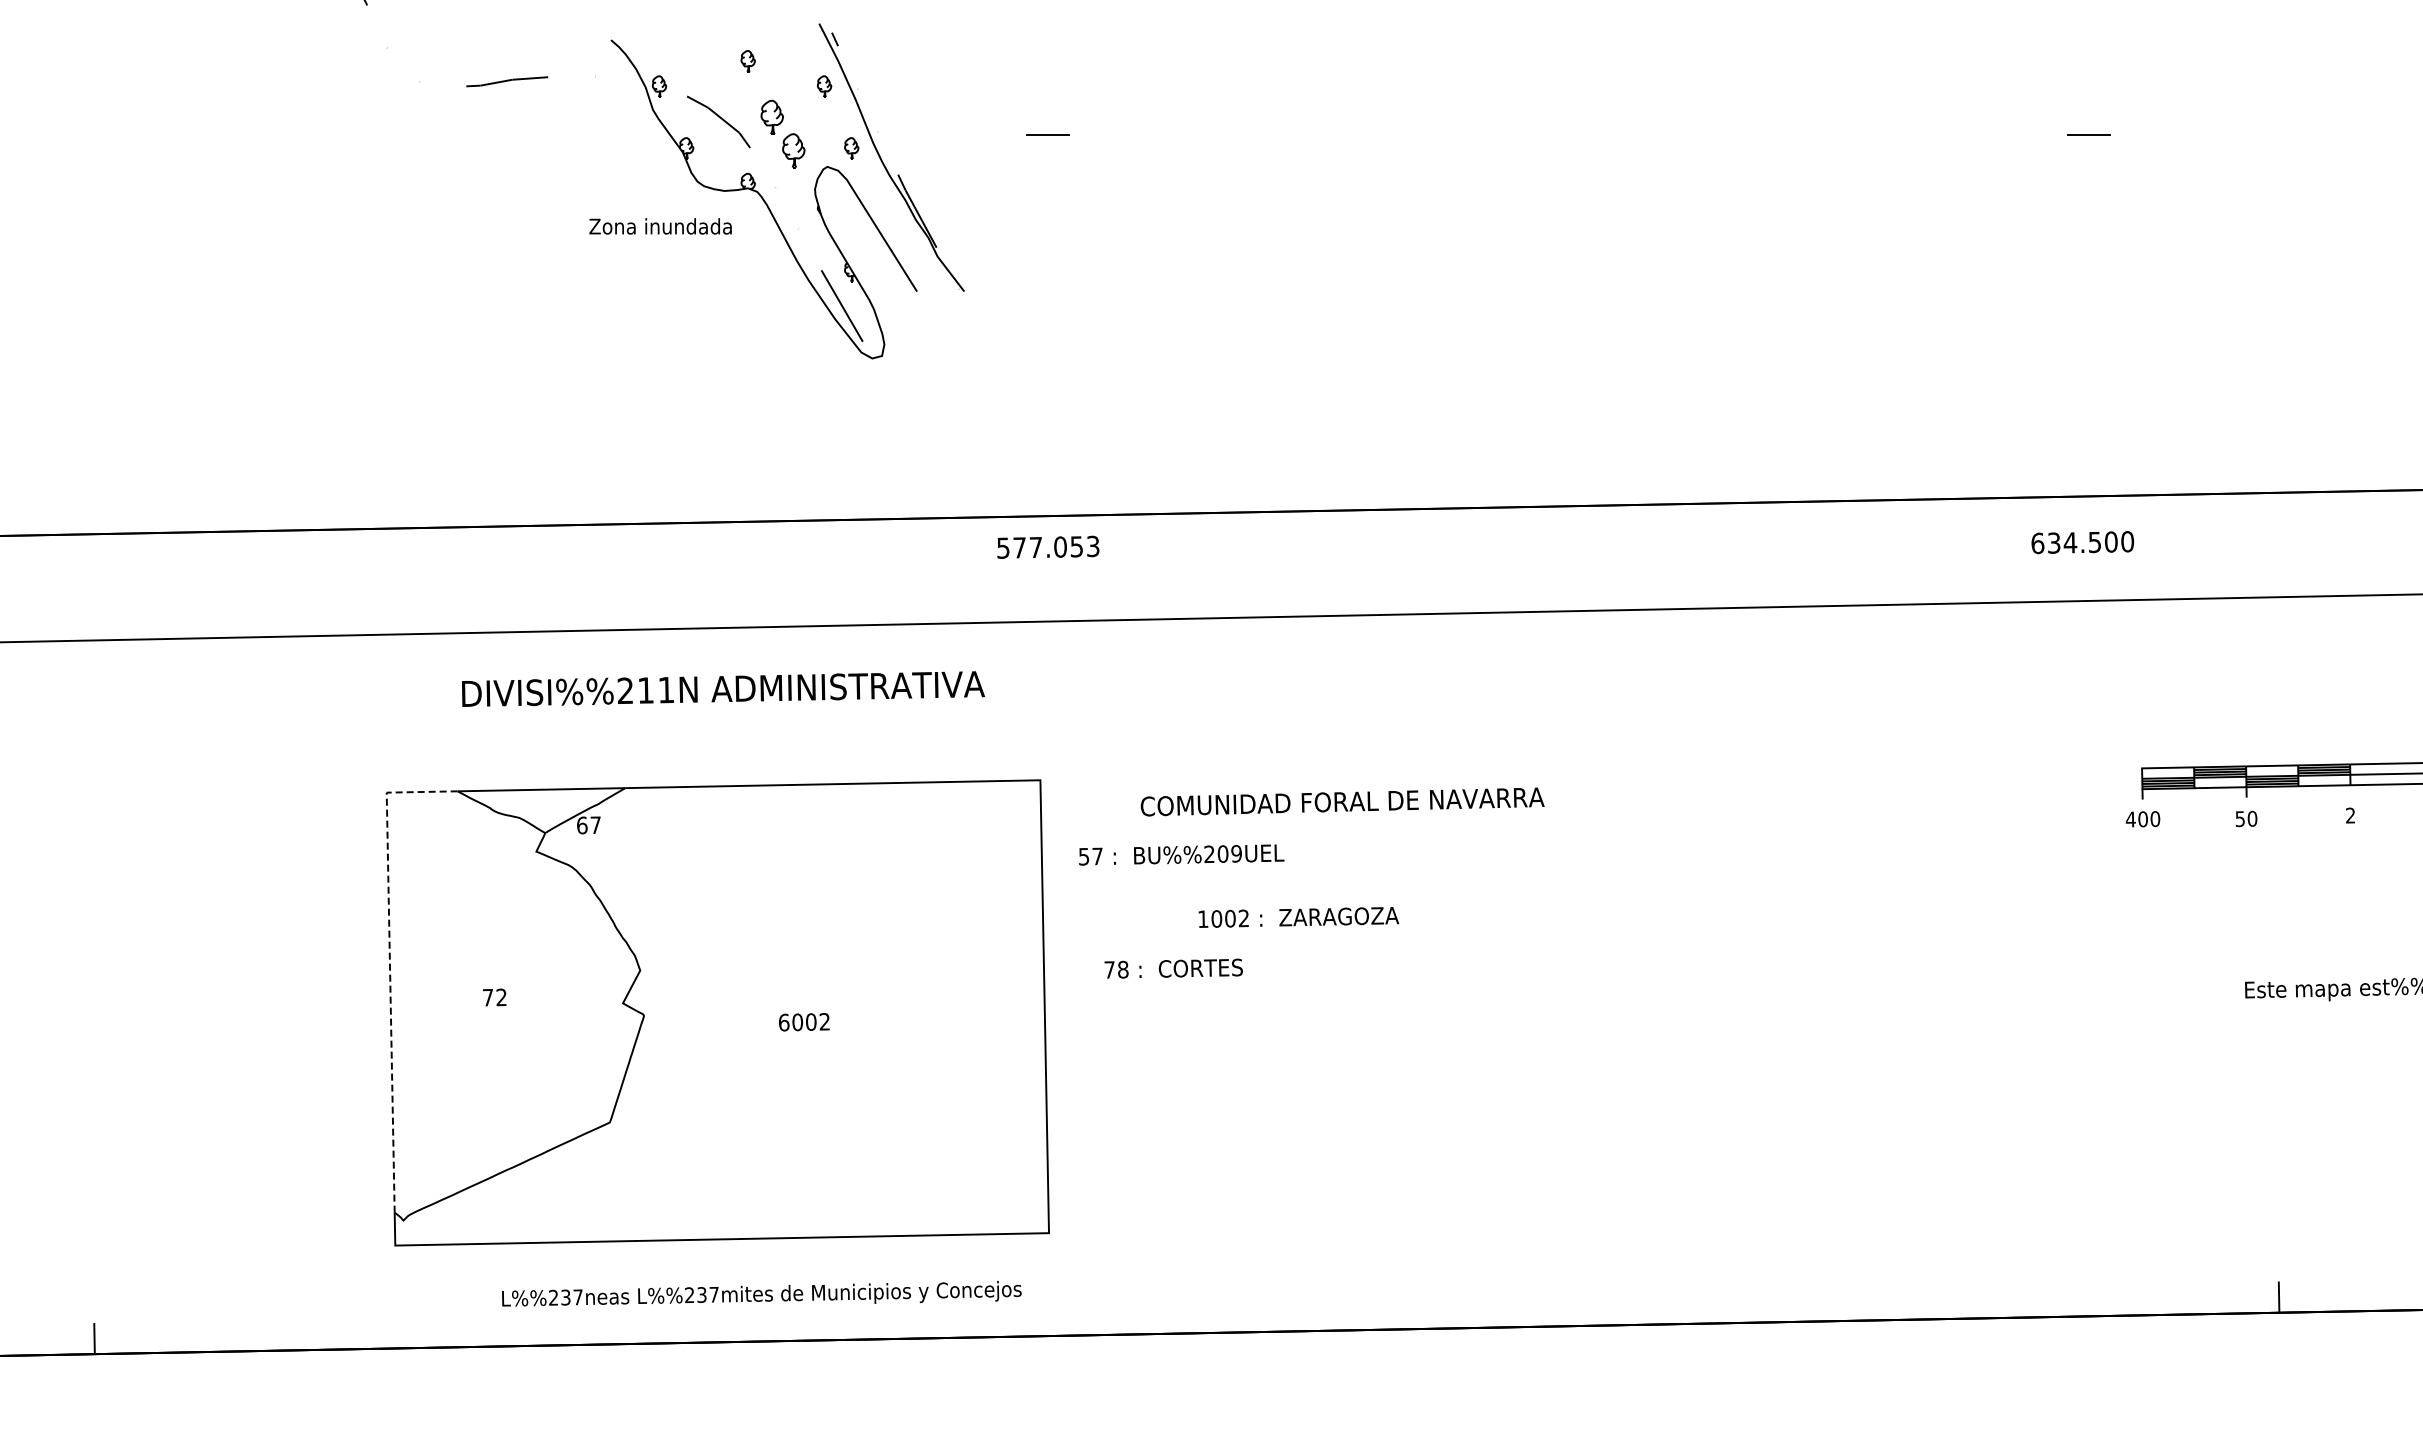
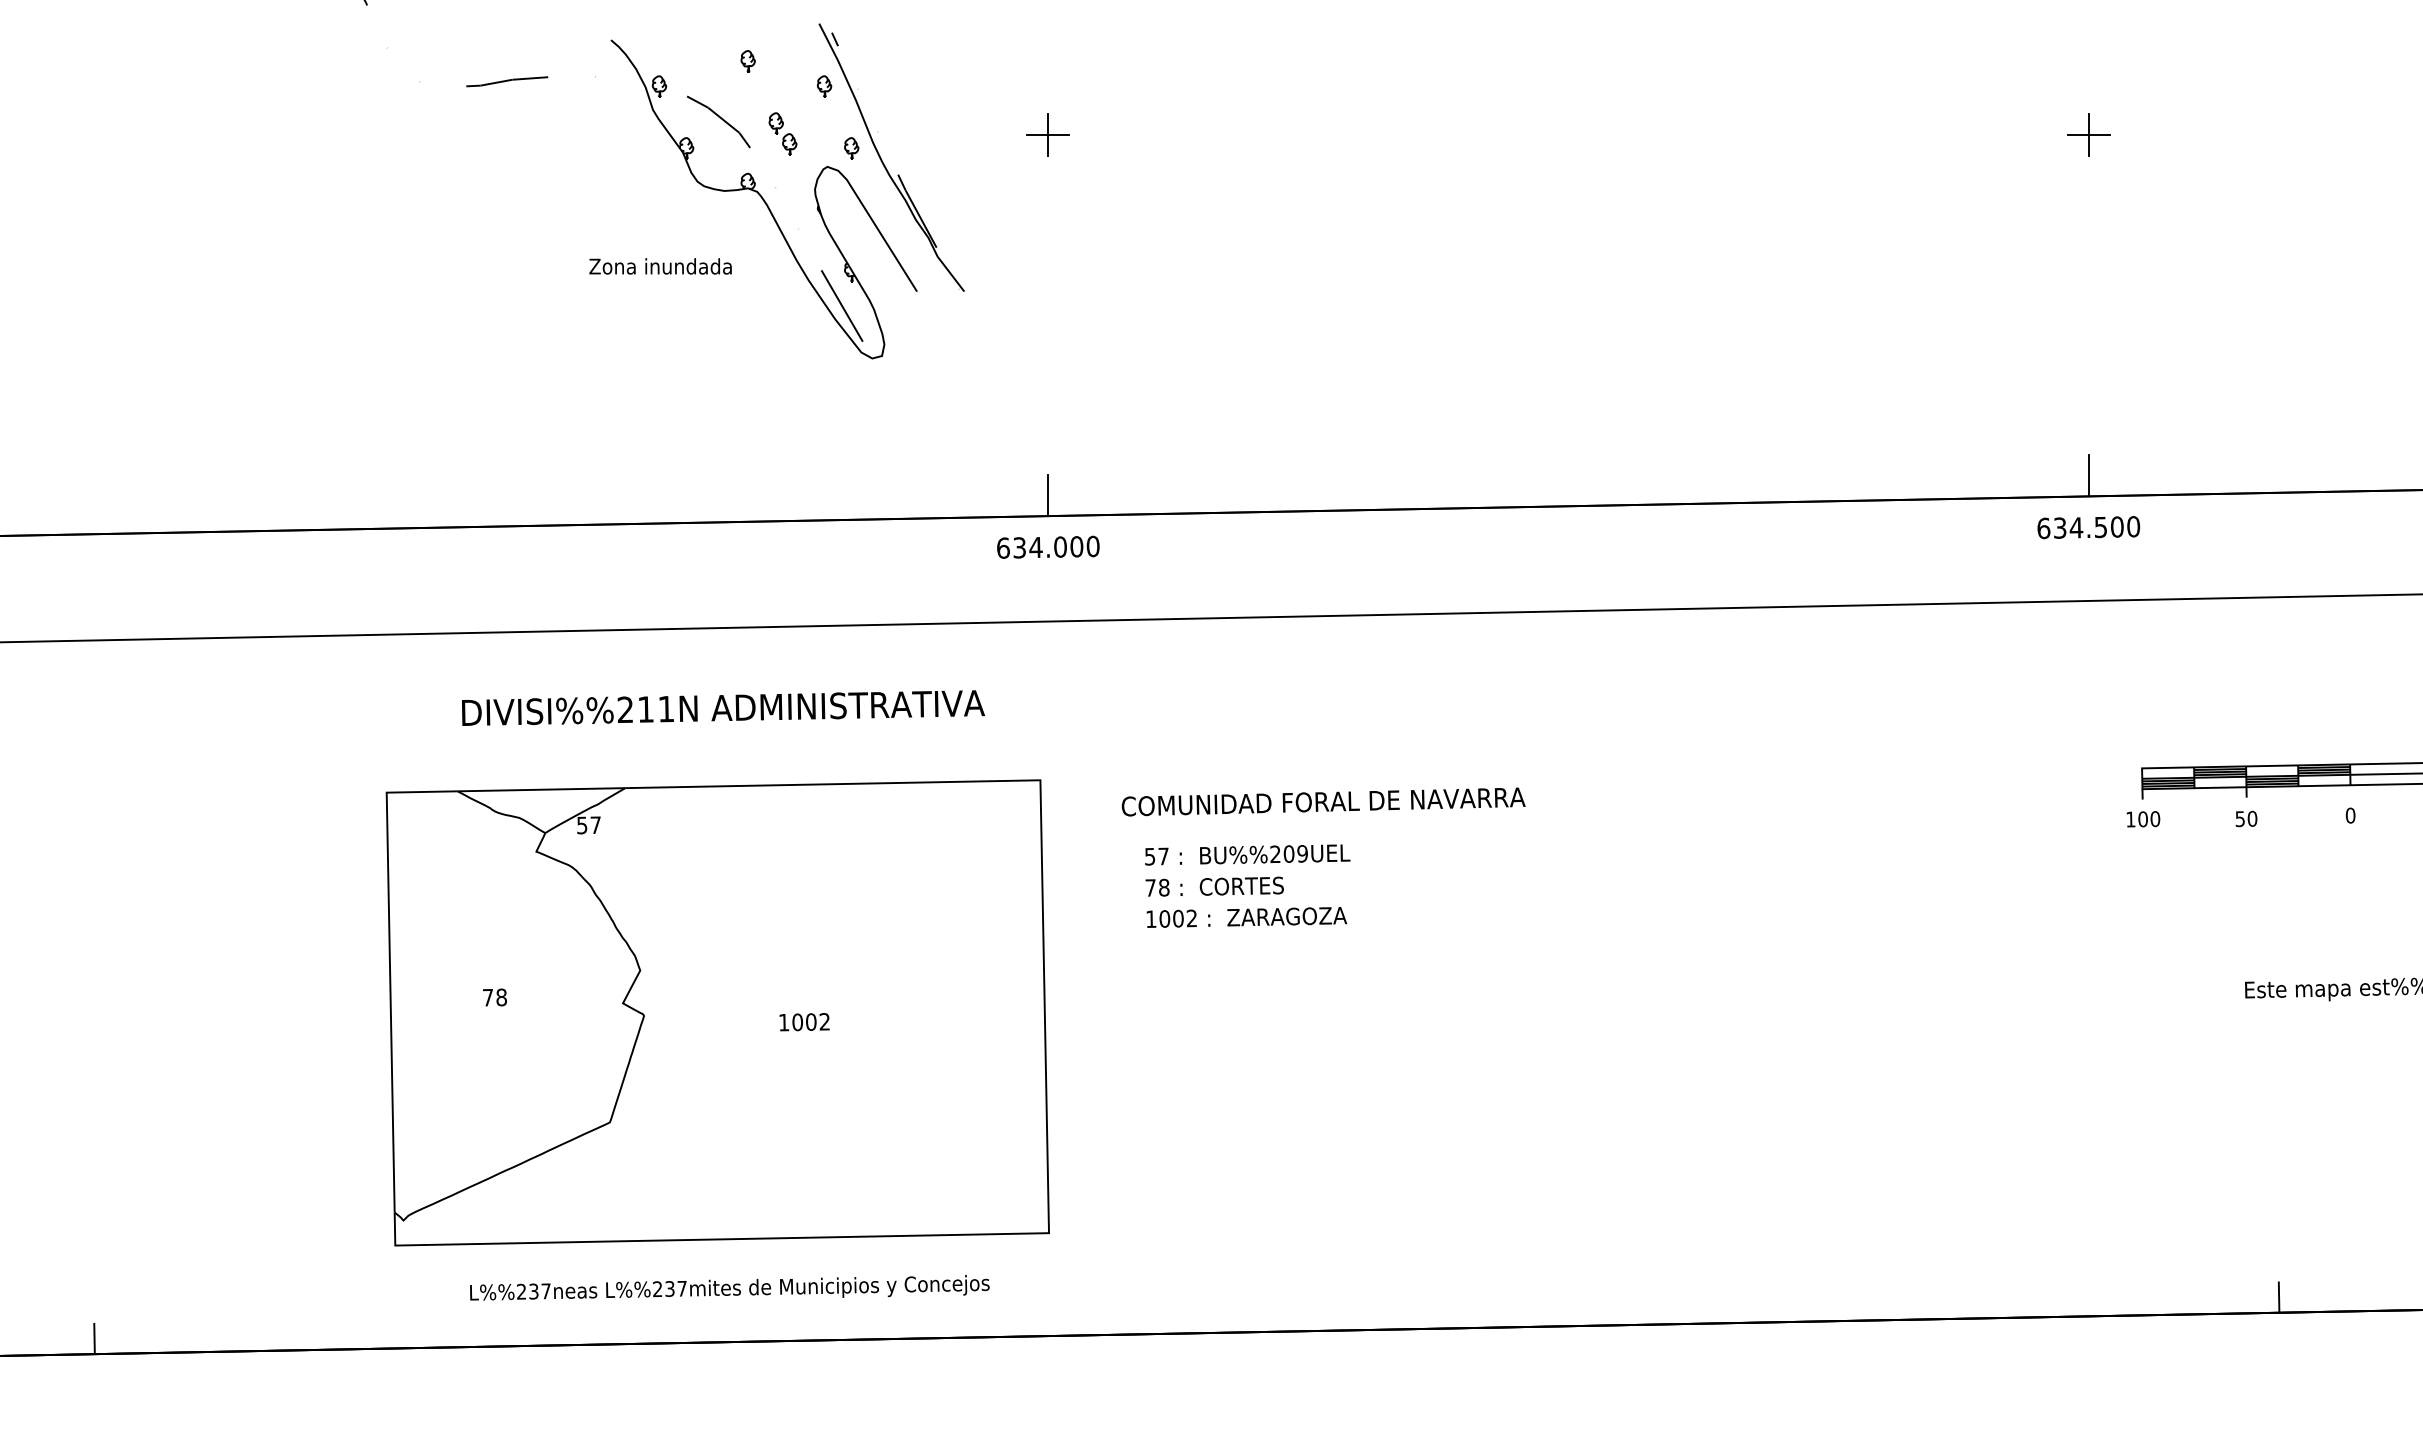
part at (782, 133) size: 46x70 px -> 30x44 px
line at (1048, 134): none -> present
line at (2088, 134): none -> present
text at (660, 226) position: (660, 226) -> (660, 266)
line at (2088, 475): none -> present
line at (1048, 495): none -> present
text at (2082, 542) position: (2082, 542) -> (2088, 527)
text at (1048, 546): 577.053 -> 634.000
text at (723, 688) position: (723, 688) -> (723, 707)
text at (1342, 801) position: (1342, 801) -> (1323, 801)
text at (2350, 815): 2 -> 0
text at (2130, 819): 400 -> 100
text at (582, 825): 67 -> 57
text at (1181, 854) position: (1181, 854) -> (1247, 854)
text at (1298, 917) position: (1298, 917) -> (1246, 917)
line at (390, 966): dashed -> solid
text at (1173, 968) position: (1173, 968) -> (1214, 886)
text at (501, 997): 72 -> 78
text at (784, 1022): 6002 -> 1002
text at (761, 1293) position: (761, 1293) -> (729, 1287)
